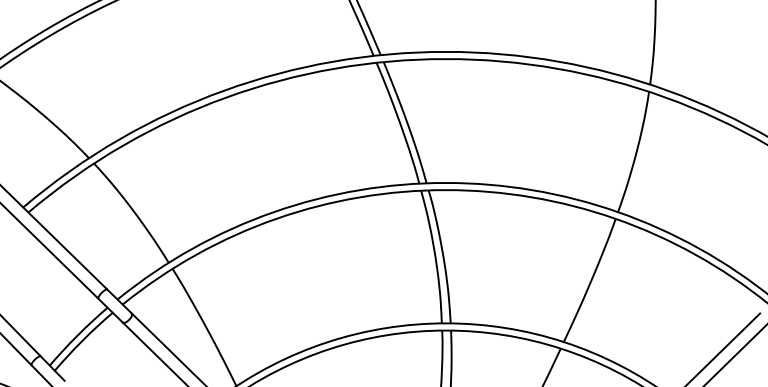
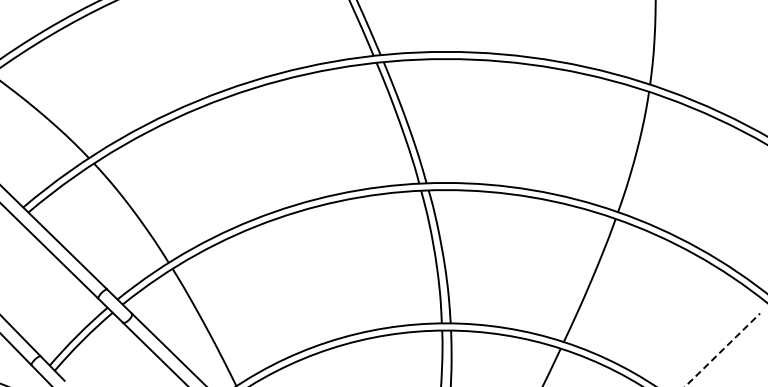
line at (722, 349): solid -> dashed
line at (735, 354): present -> none
